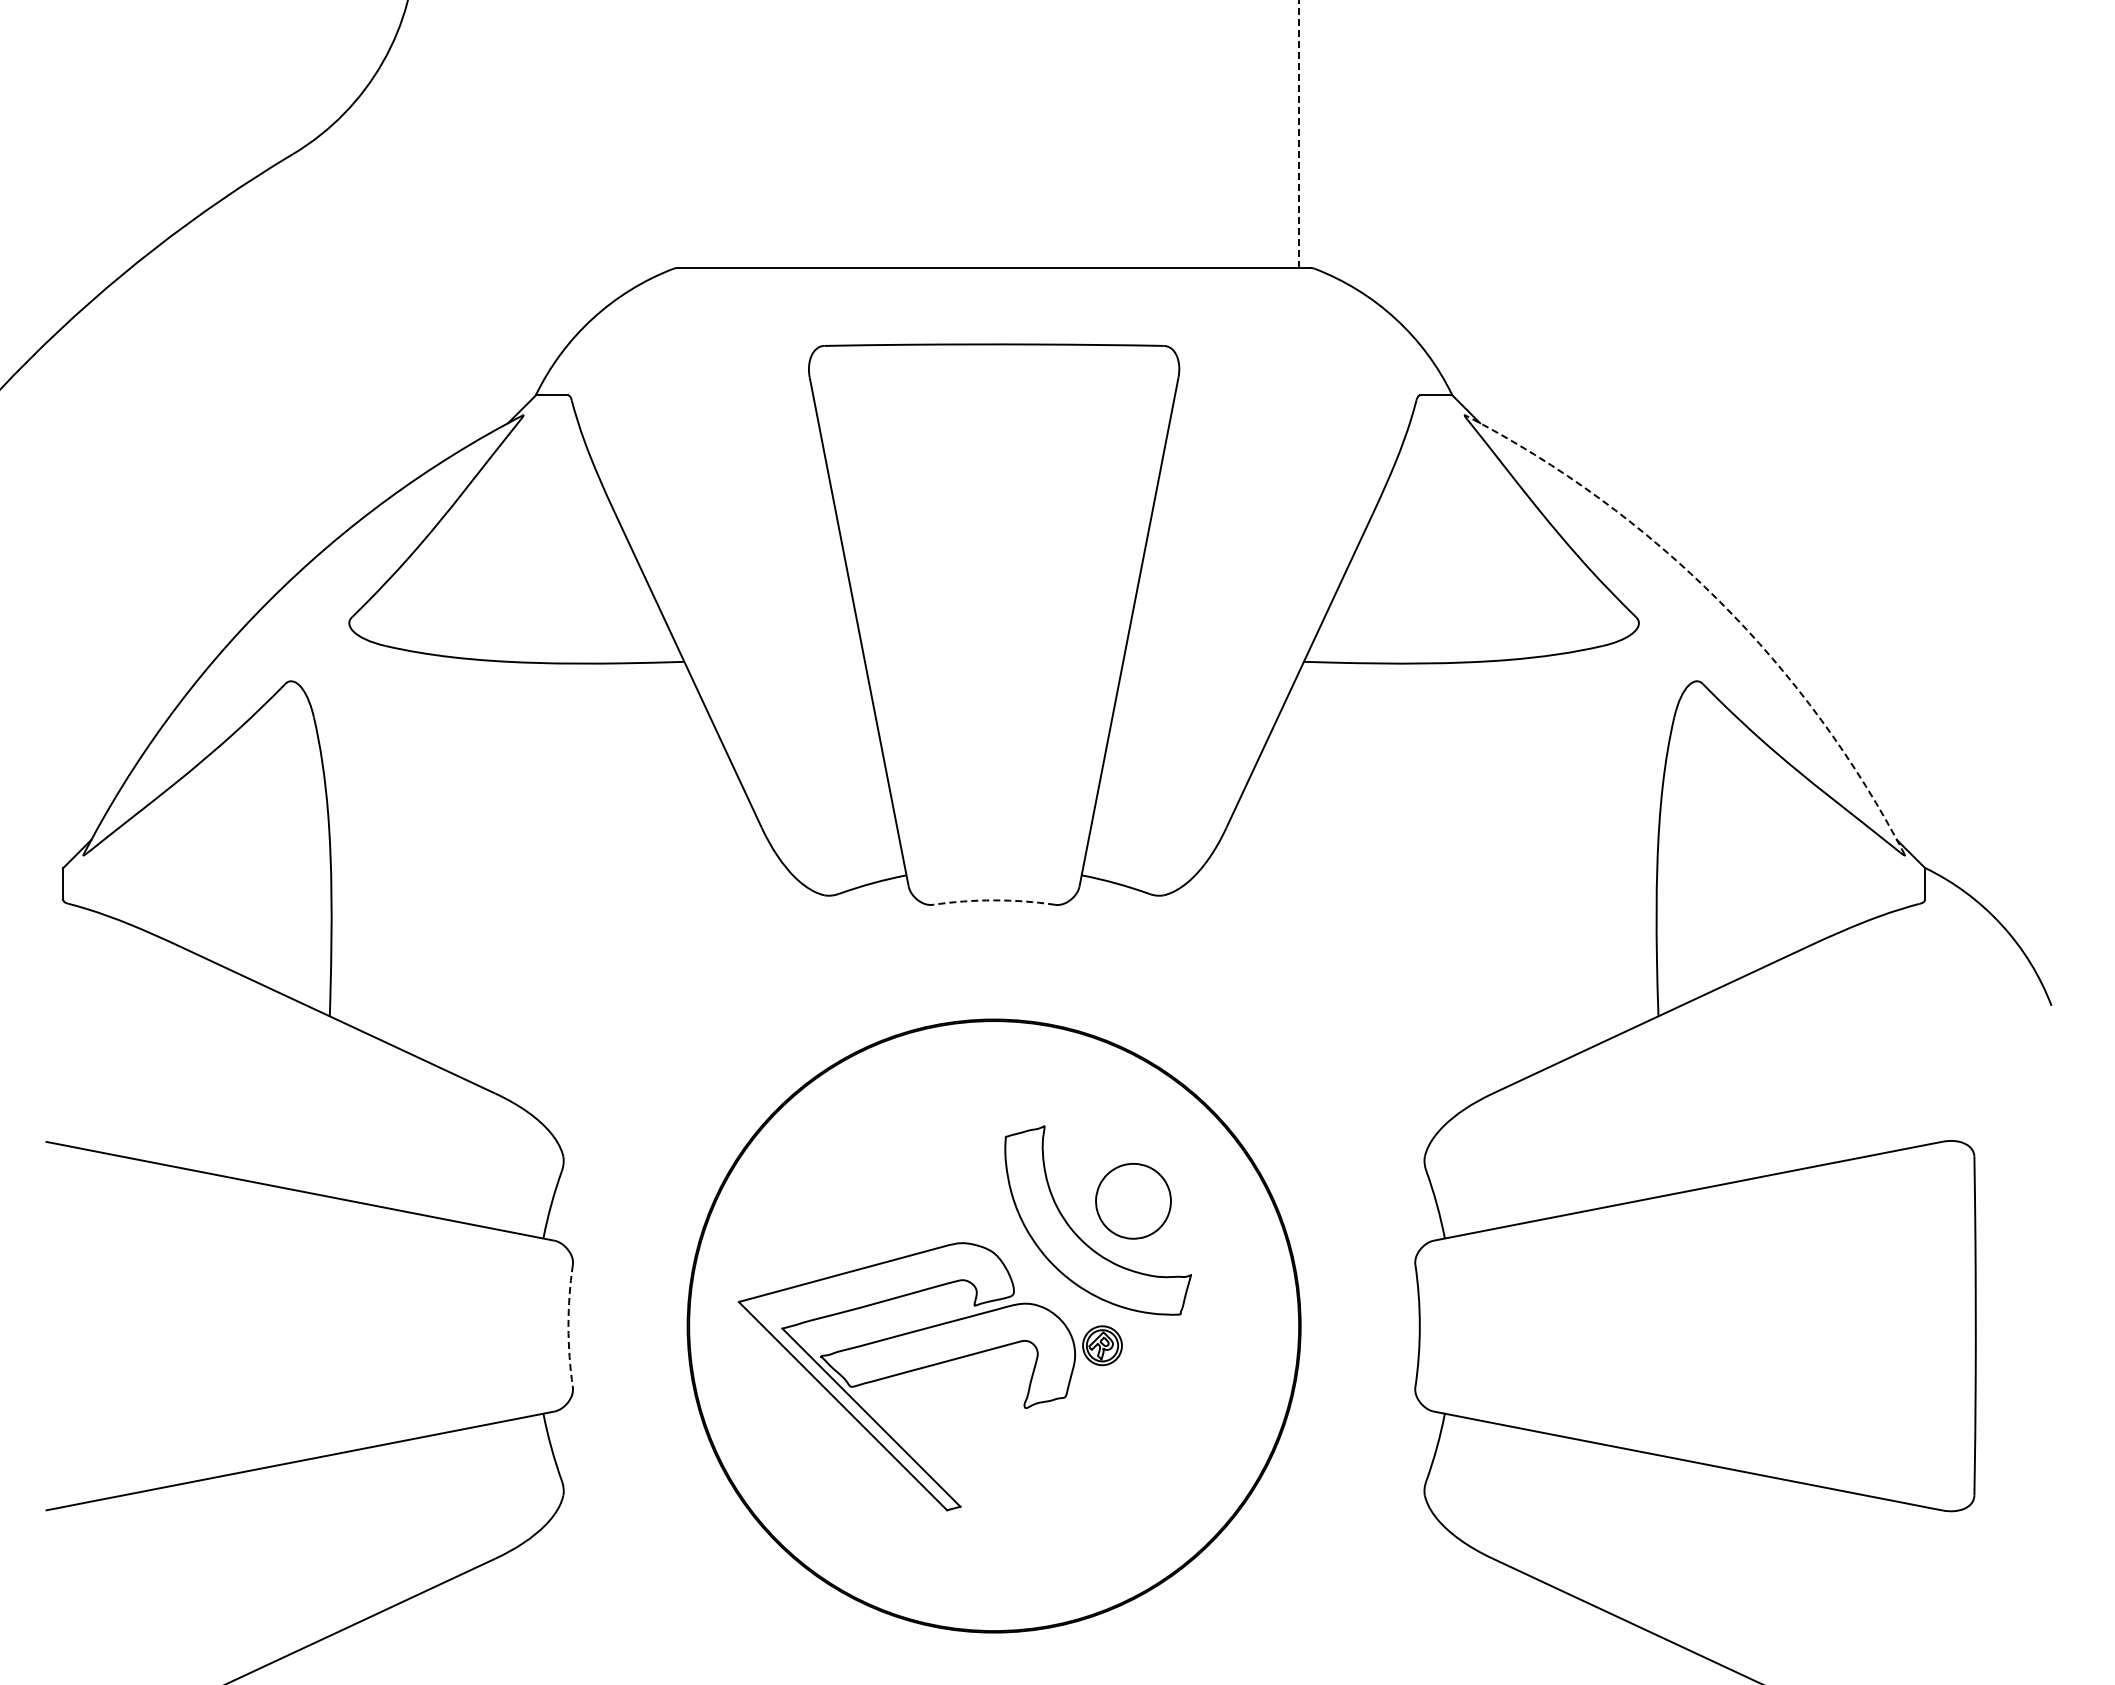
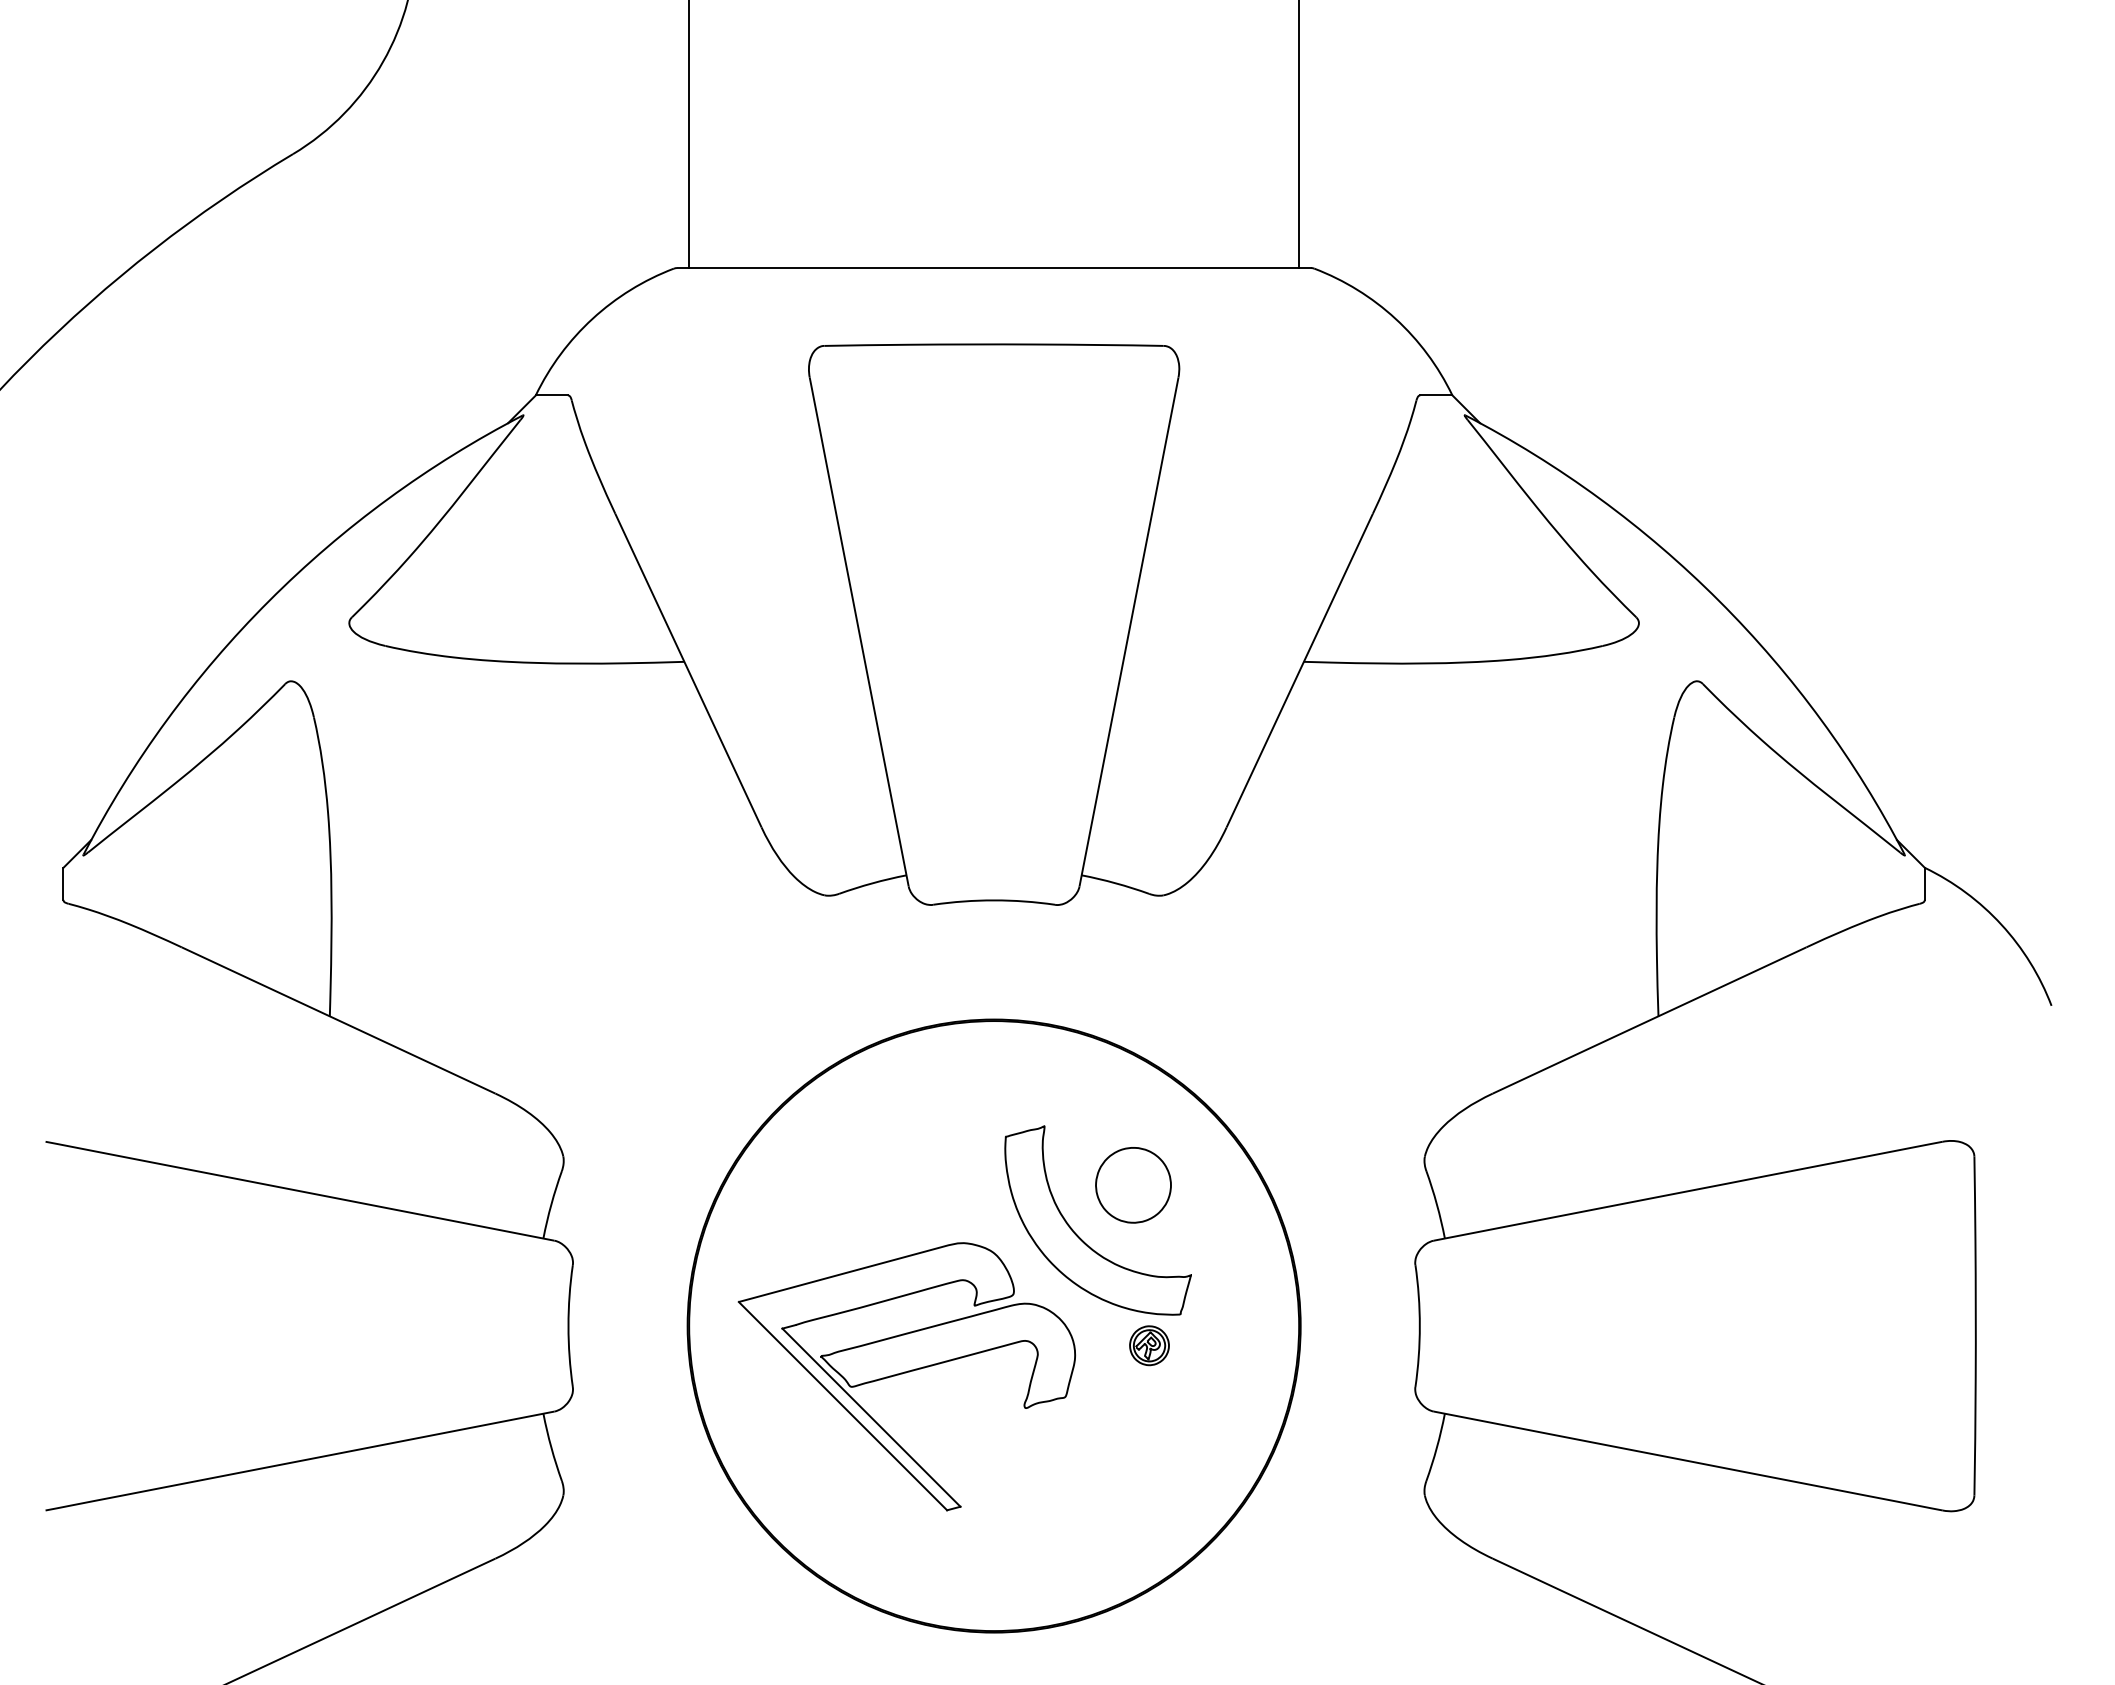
line at (1299, 134): dashed -> solid
line at (689, 135): none -> present
arc at (1719, 601): dashed -> solid
arc at (994, 900): dashed -> solid
part at (1133, 1201) position: (1133, 1201) -> (1133, 1185)
arc at (568, 1326): dashed -> solid
part at (1102, 1345) position: (1102, 1345) -> (1149, 1345)
